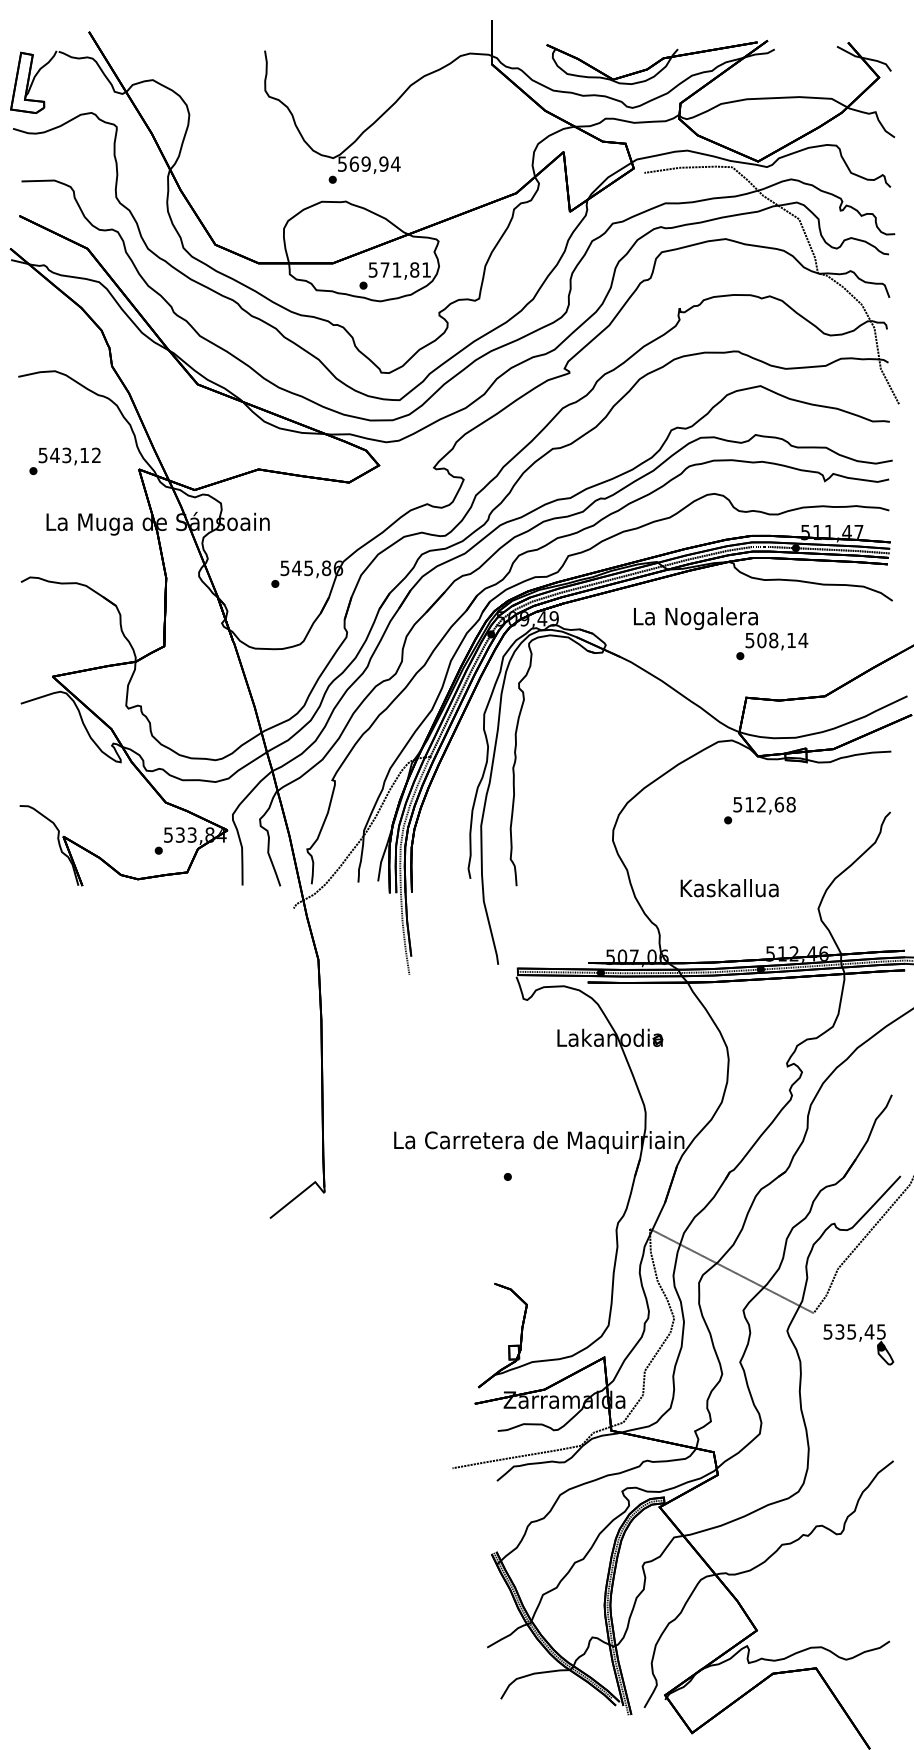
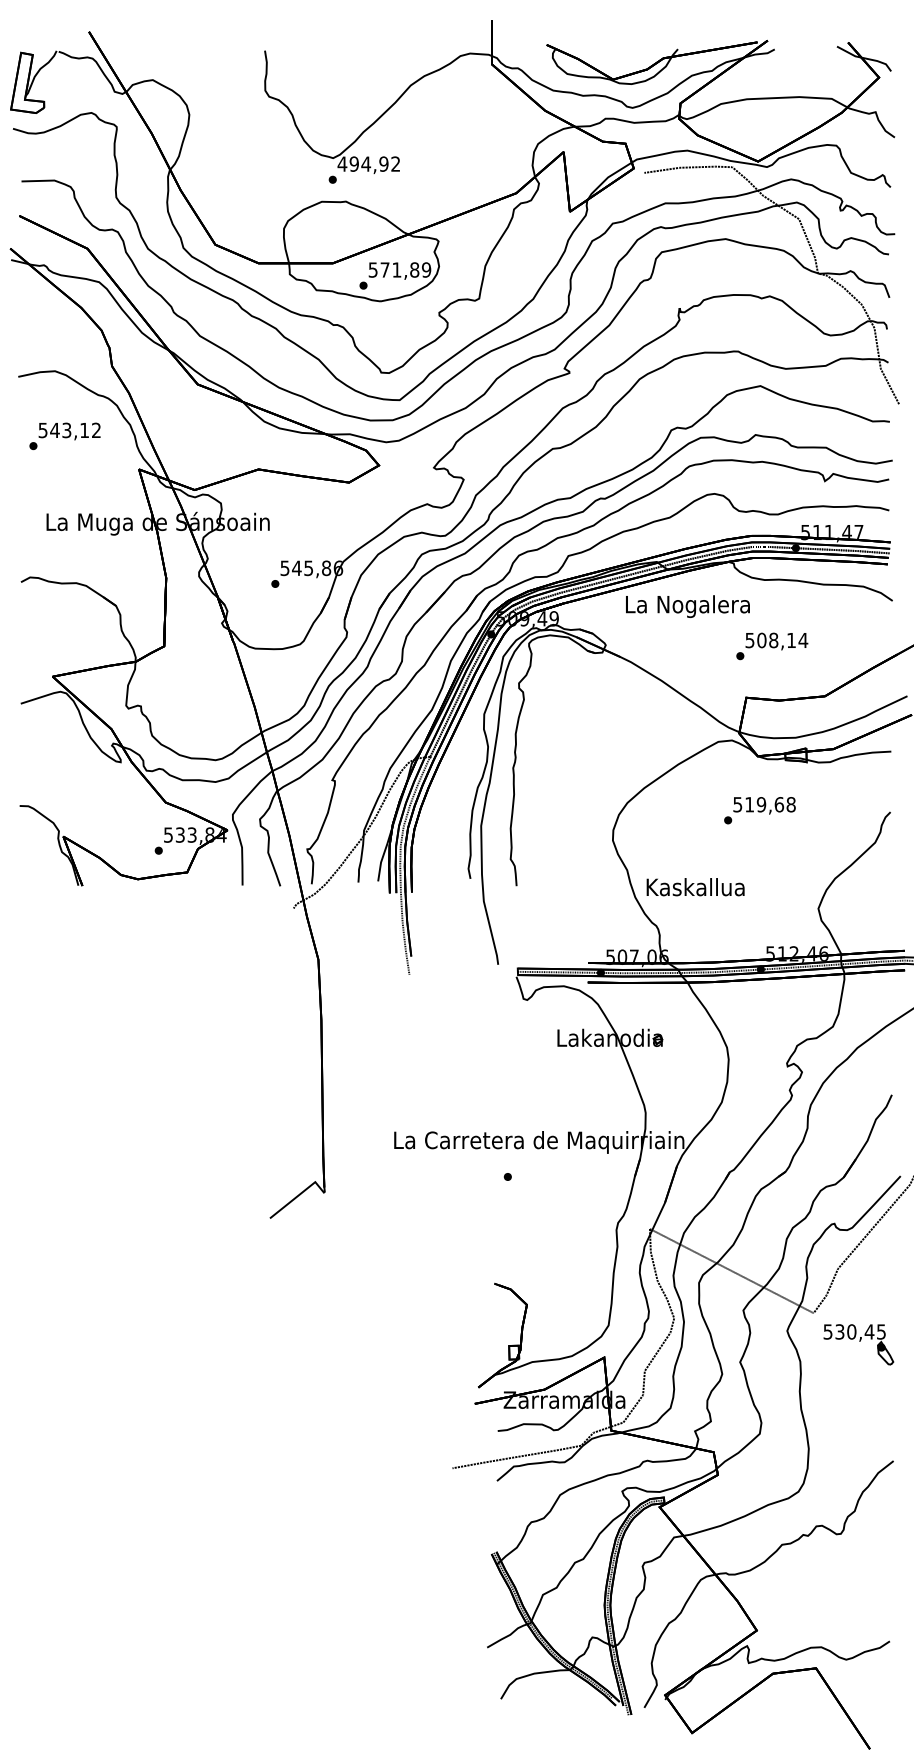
text at (368, 163): 569,94 -> 494,92
text at (426, 269): 571,81 -> 571,89
text at (64, 461) position: (64, 461) -> (64, 436)
text at (695, 618) position: (695, 618) -> (687, 606)
text at (761, 804): 512,68 -> 519,68
text at (729, 888) position: (729, 888) -> (695, 887)
text at (851, 1331): 535,45 -> 530,45
